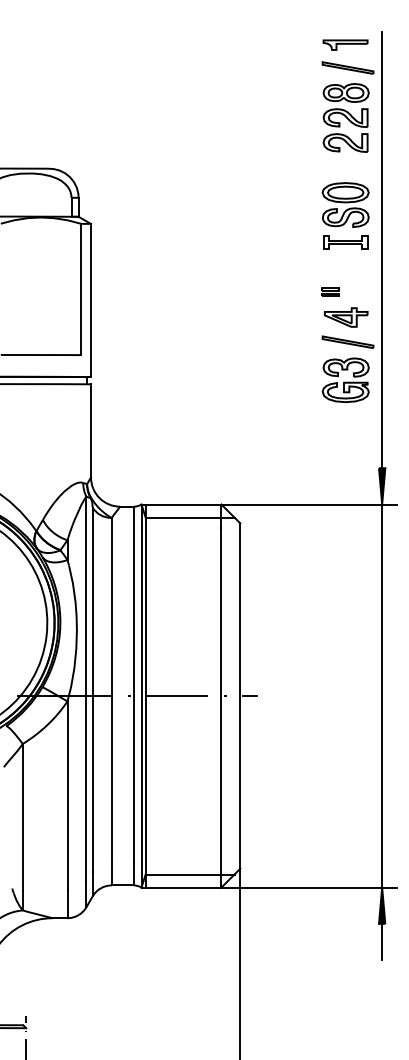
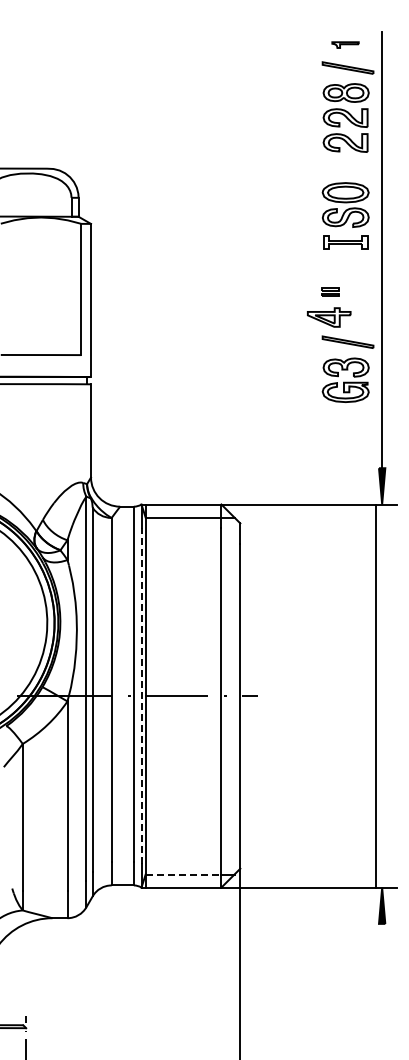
part at (345, 44) size: 47x12 px -> 29x8 px
part at (346, 317) position: (346, 317) -> (329, 317)
line at (141, 695): solid -> dashed
line at (382, 695) position: (382, 695) -> (376, 695)
line at (183, 874): solid -> dashed
line at (382, 941): present -> none
